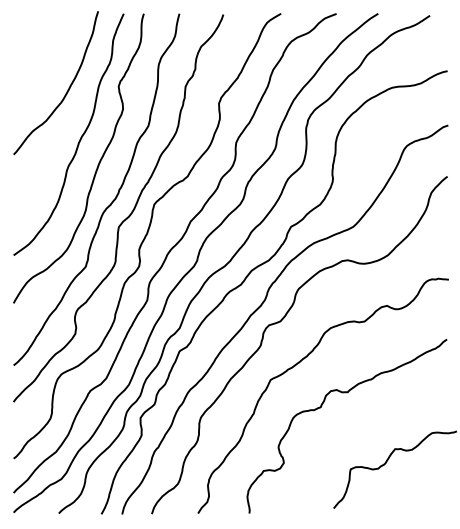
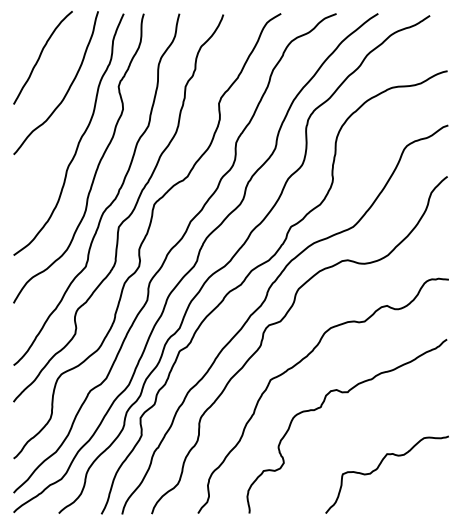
curve at (40, 57): none -> present
curve at (386, 463) position: (386, 463) -> (378, 468)
